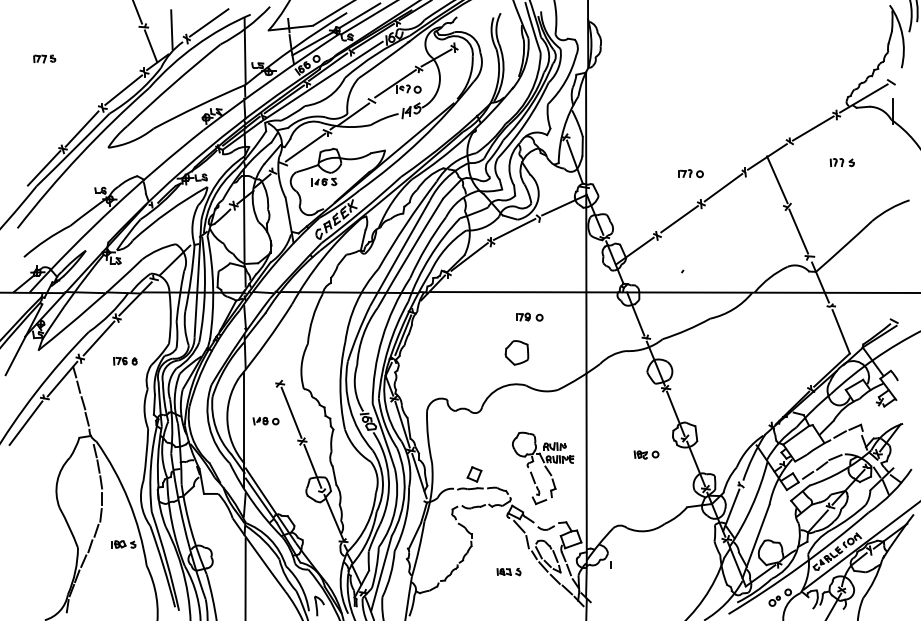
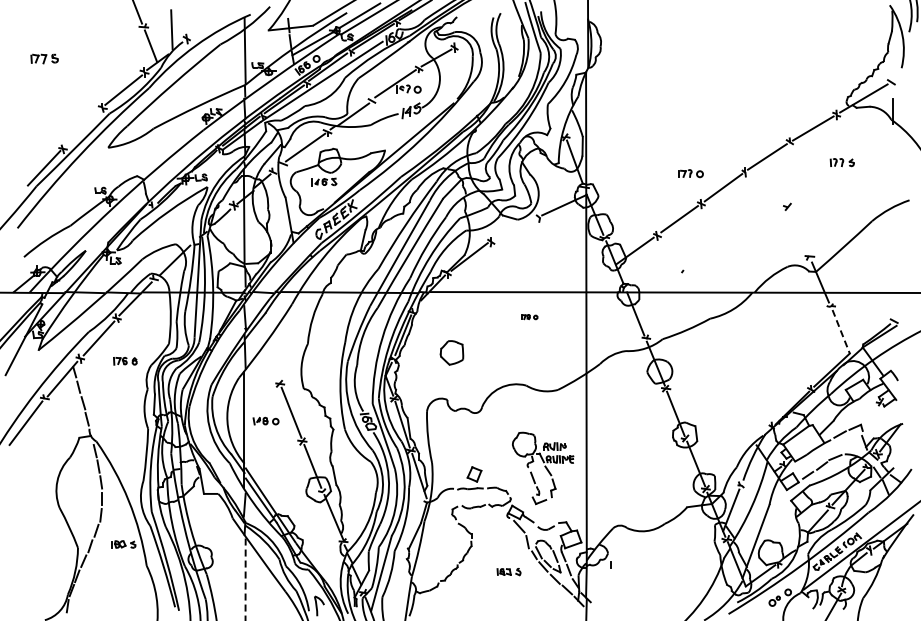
line at (208, 22): present -> none
part at (44, 58) size: 24x10 px -> 29x12 px
line at (81, 128): present -> none
line at (777, 179): present -> none
line at (514, 229): present -> none
line at (798, 231): present -> none
part at (529, 316) size: 28x10 px -> 18x7 px
line at (841, 332): solid -> dashed
part at (516, 352) position: (516, 352) -> (451, 352)
part at (646, 454): present -> none
line at (245, 579): solid -> dashed
